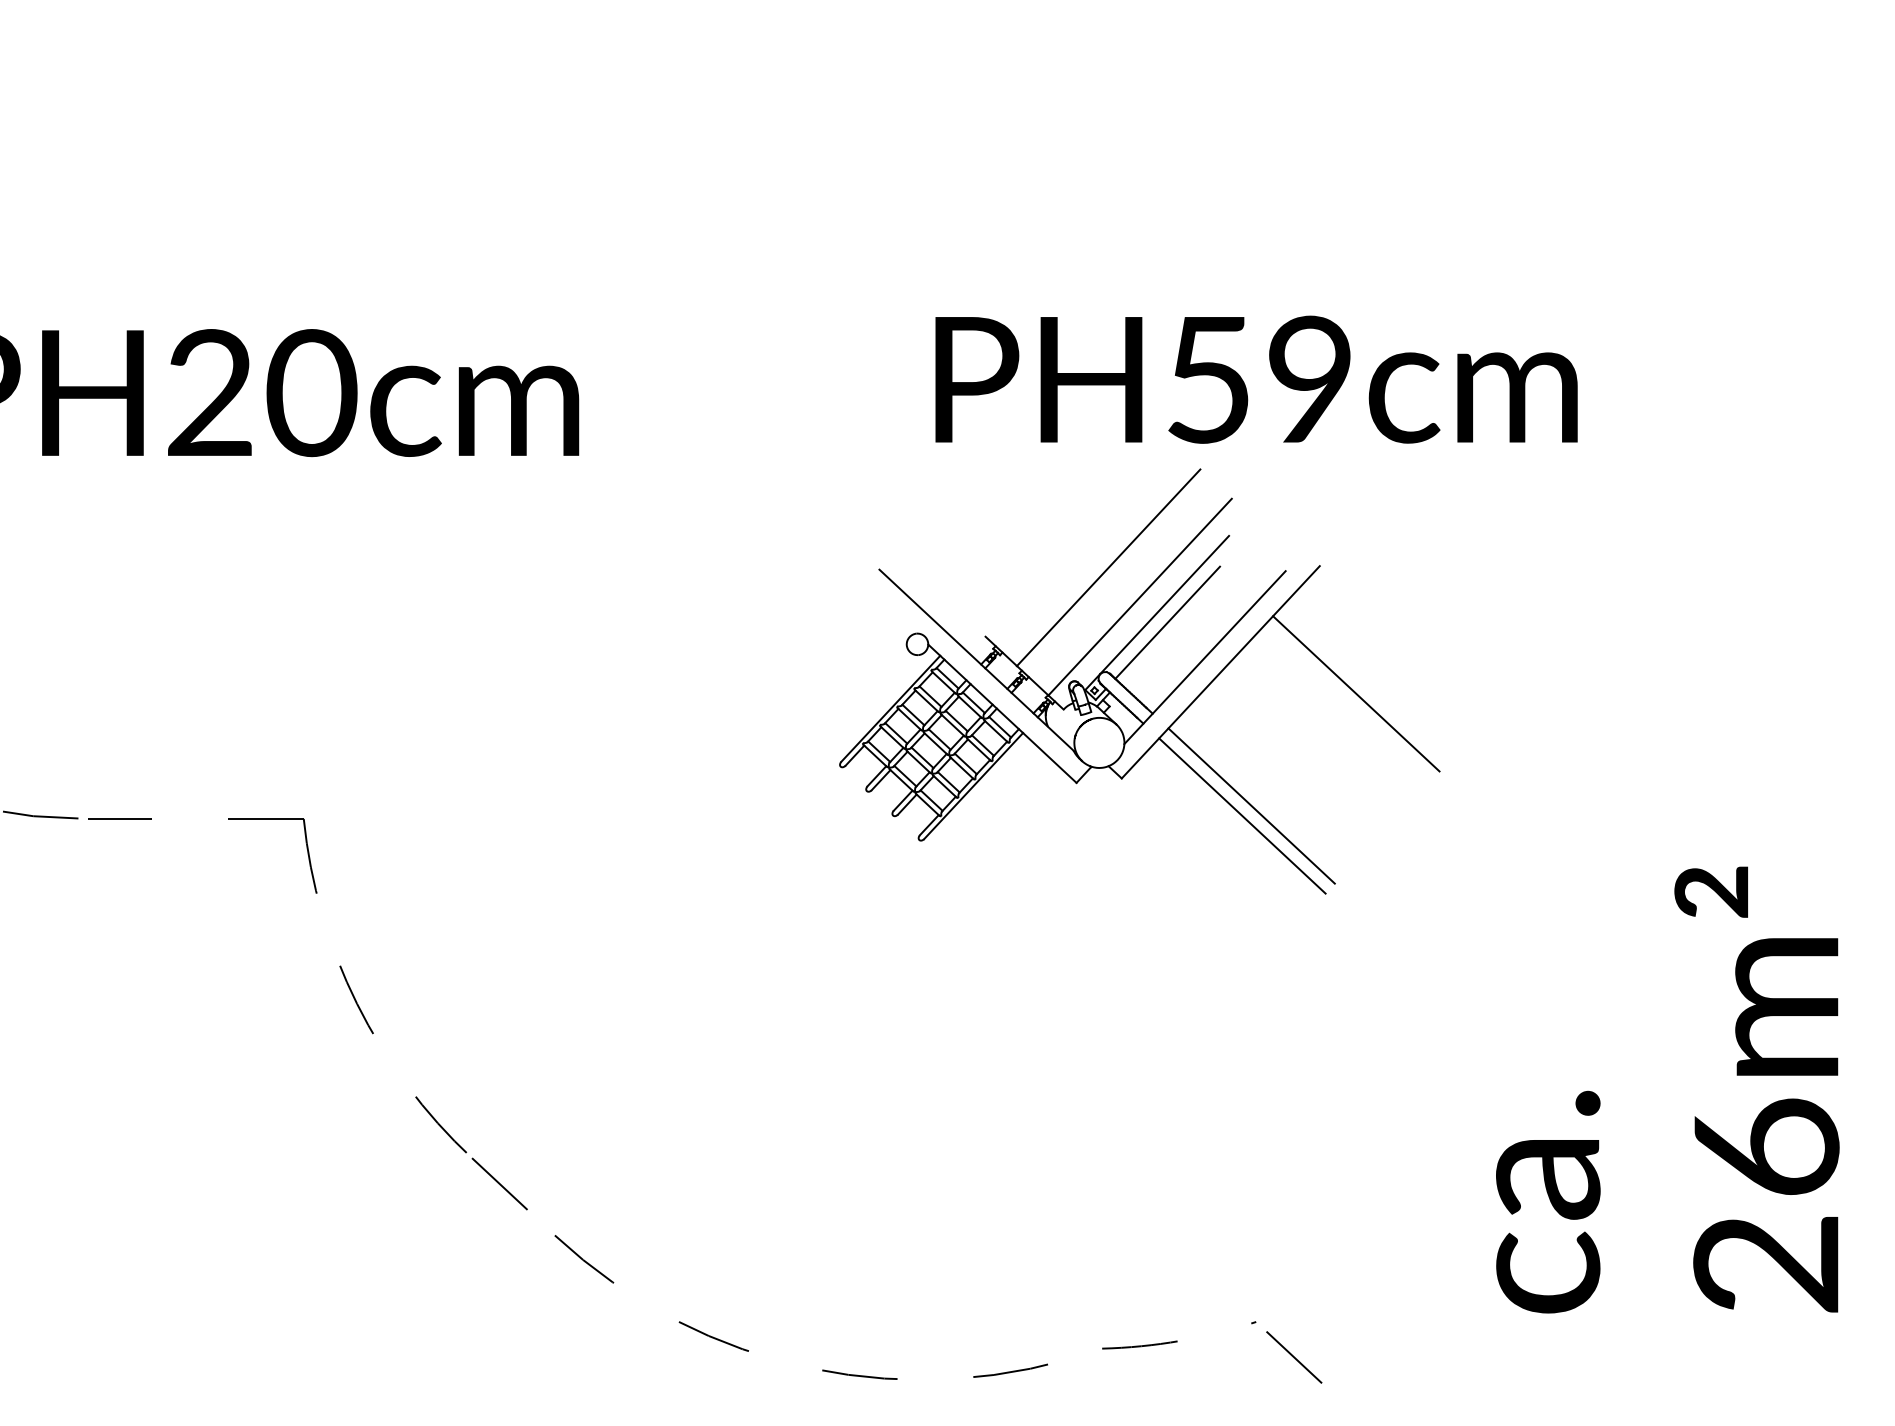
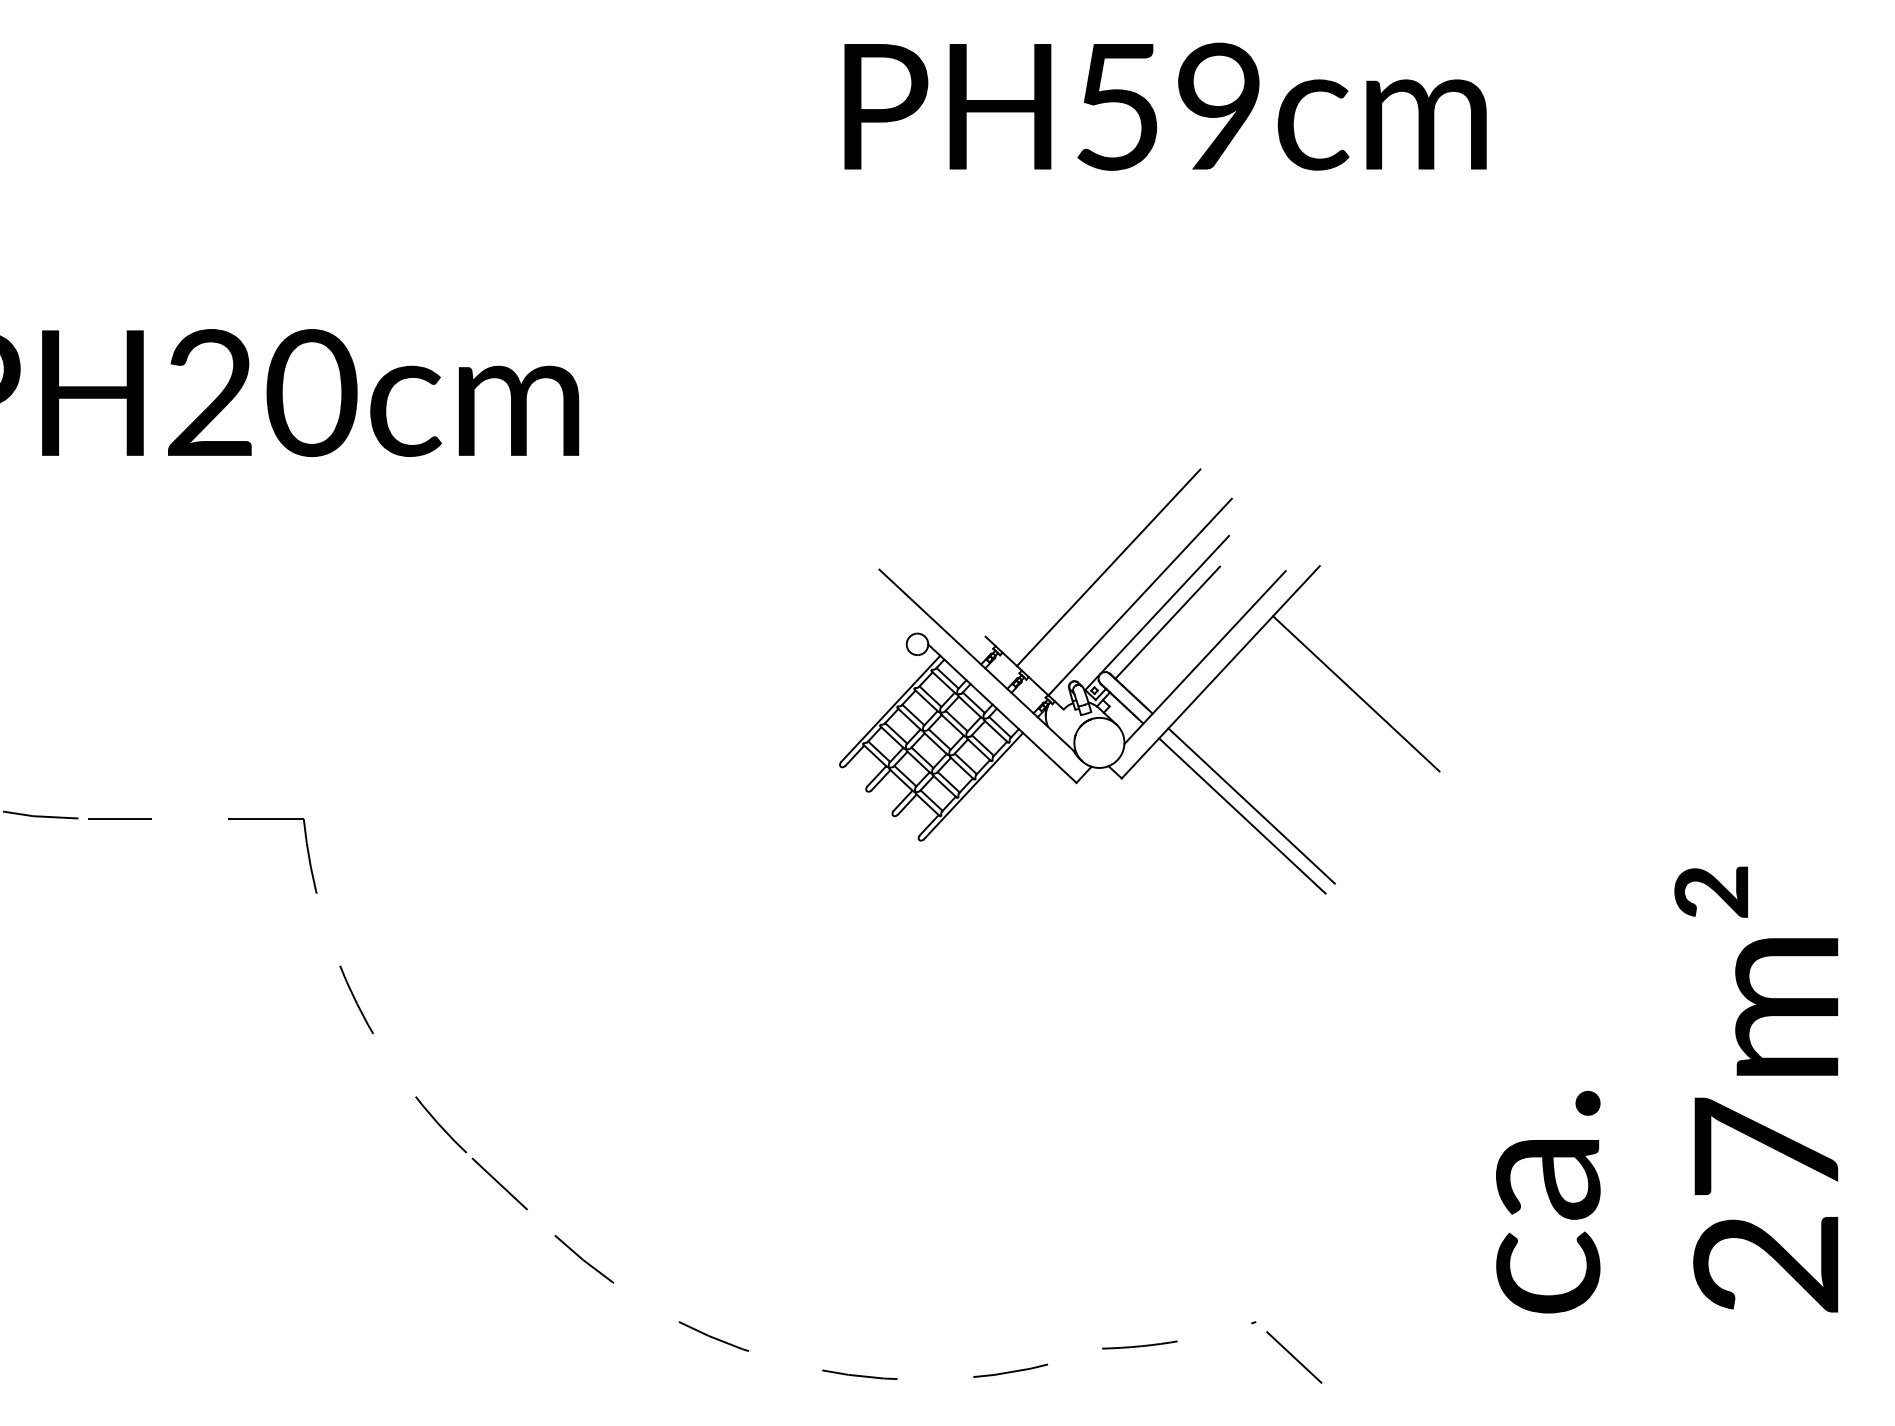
text at (1256, 379) position: (1256, 379) -> (1165, 106)
text at (1766, 1146): 26m² -> 27m²
